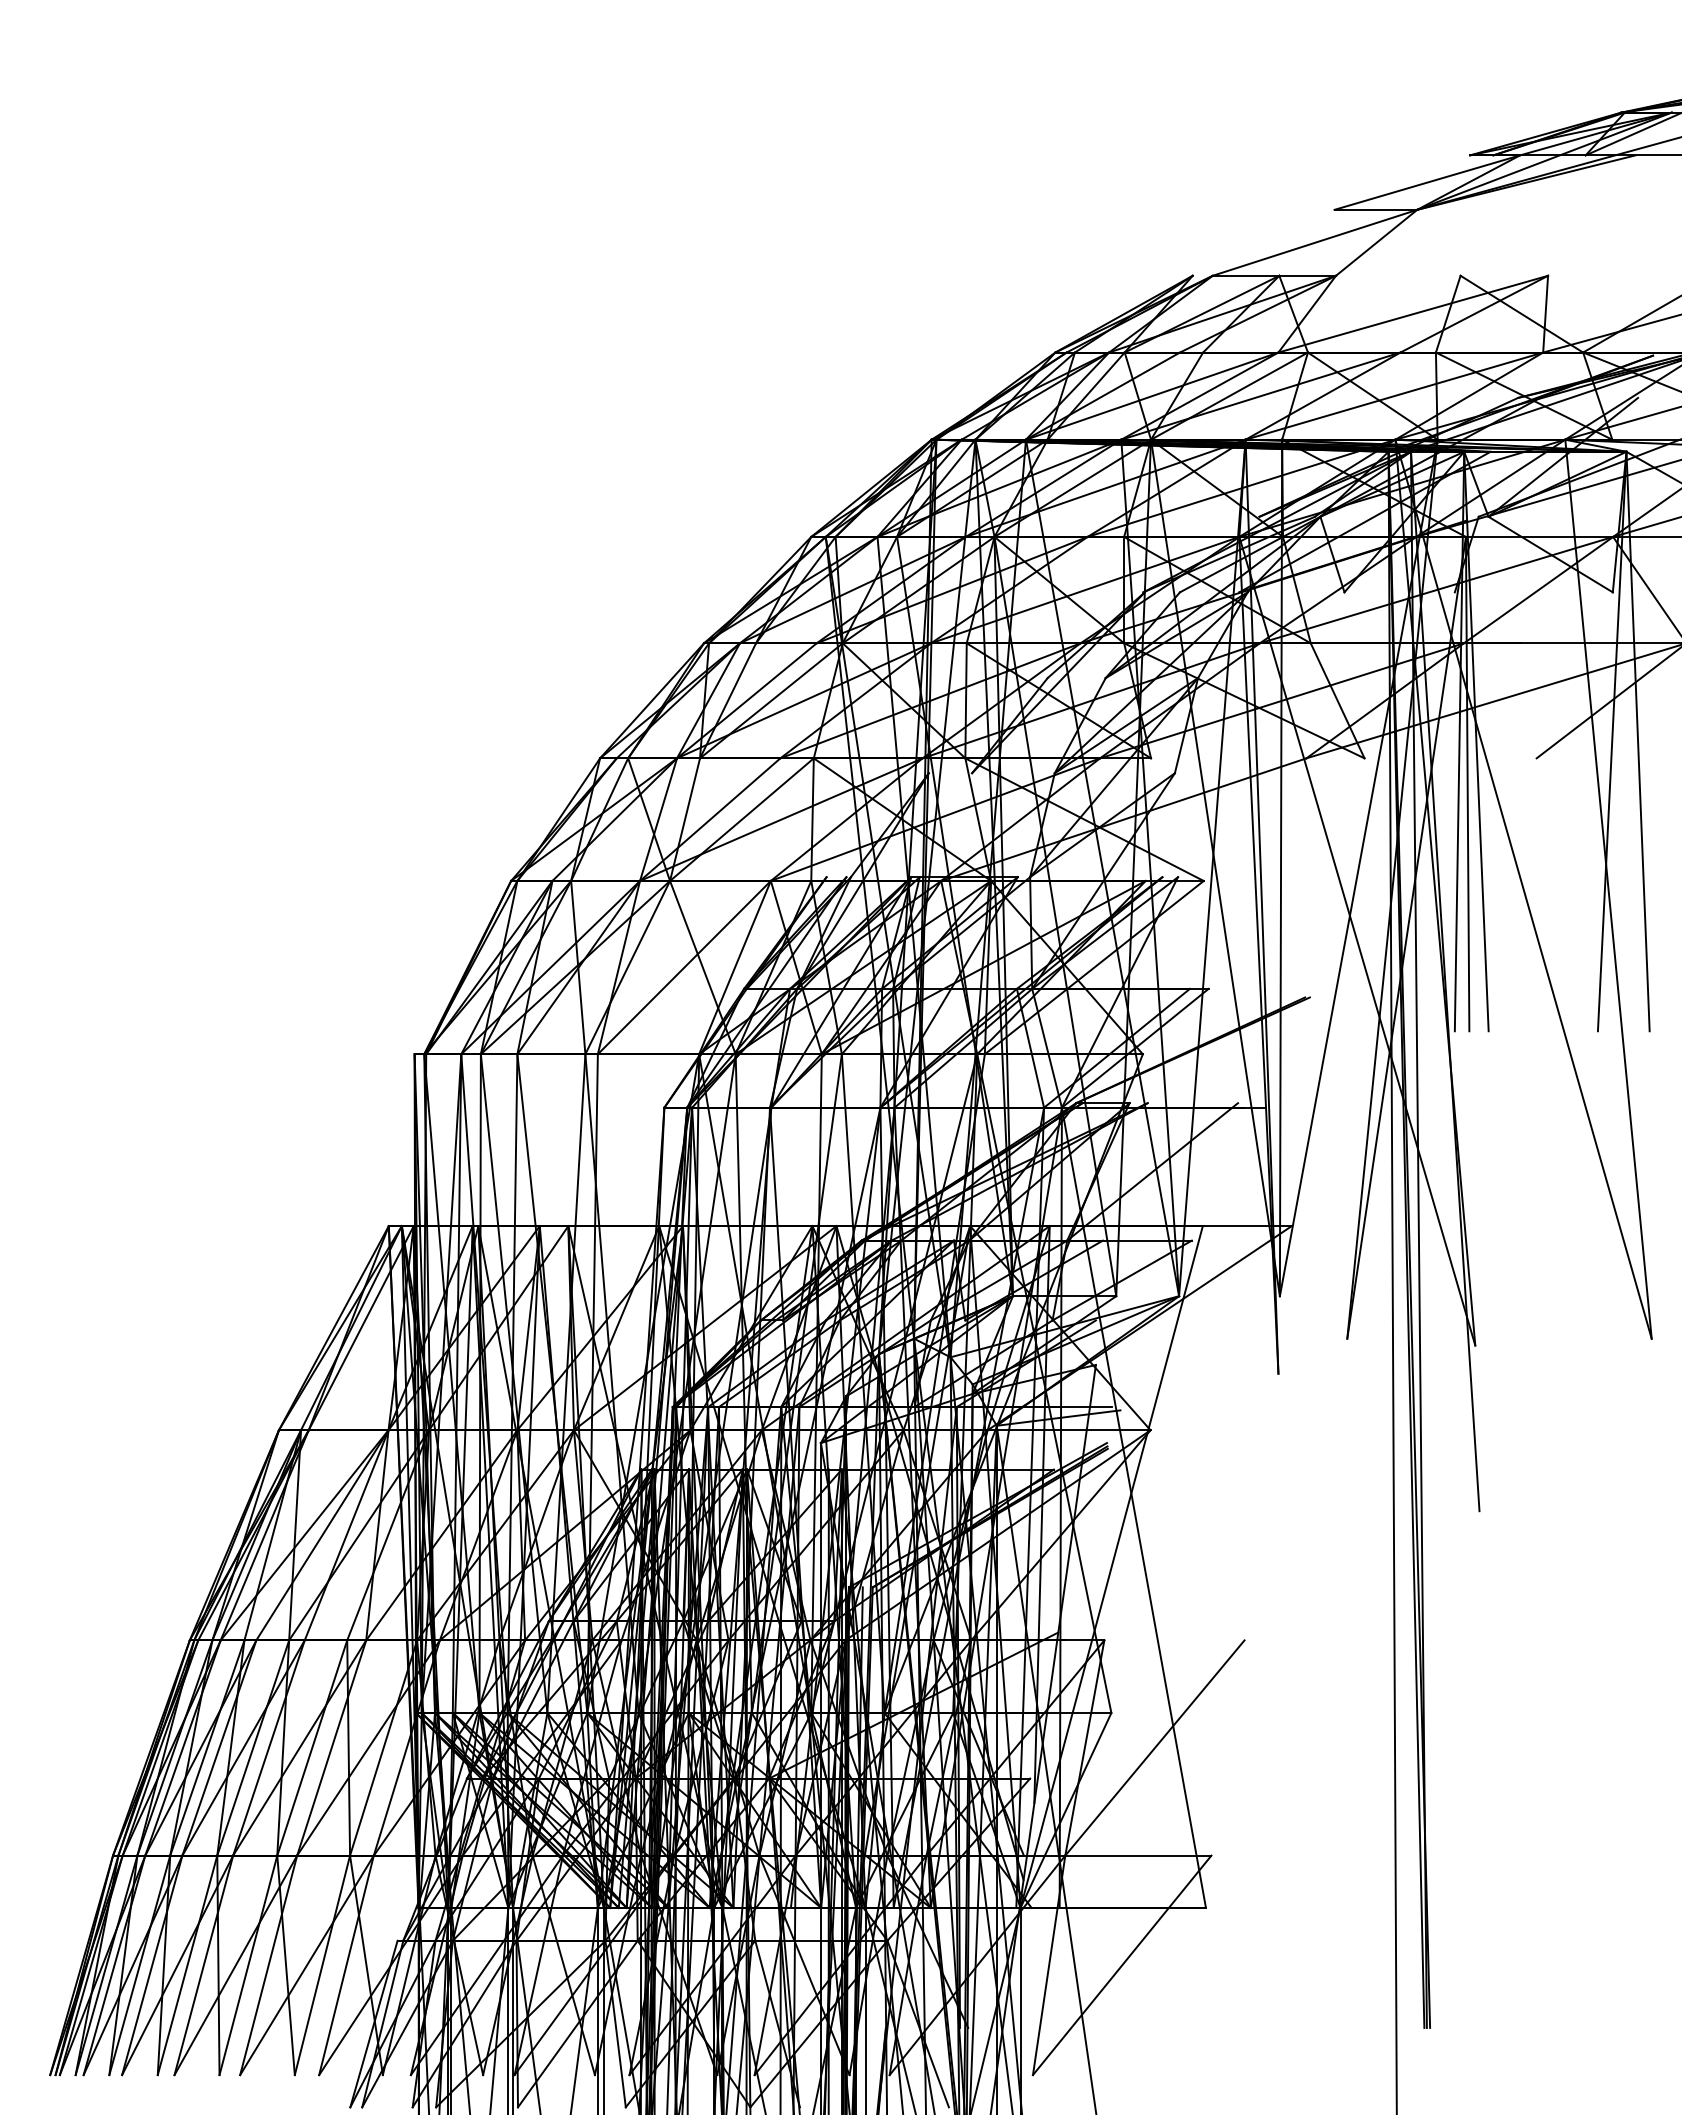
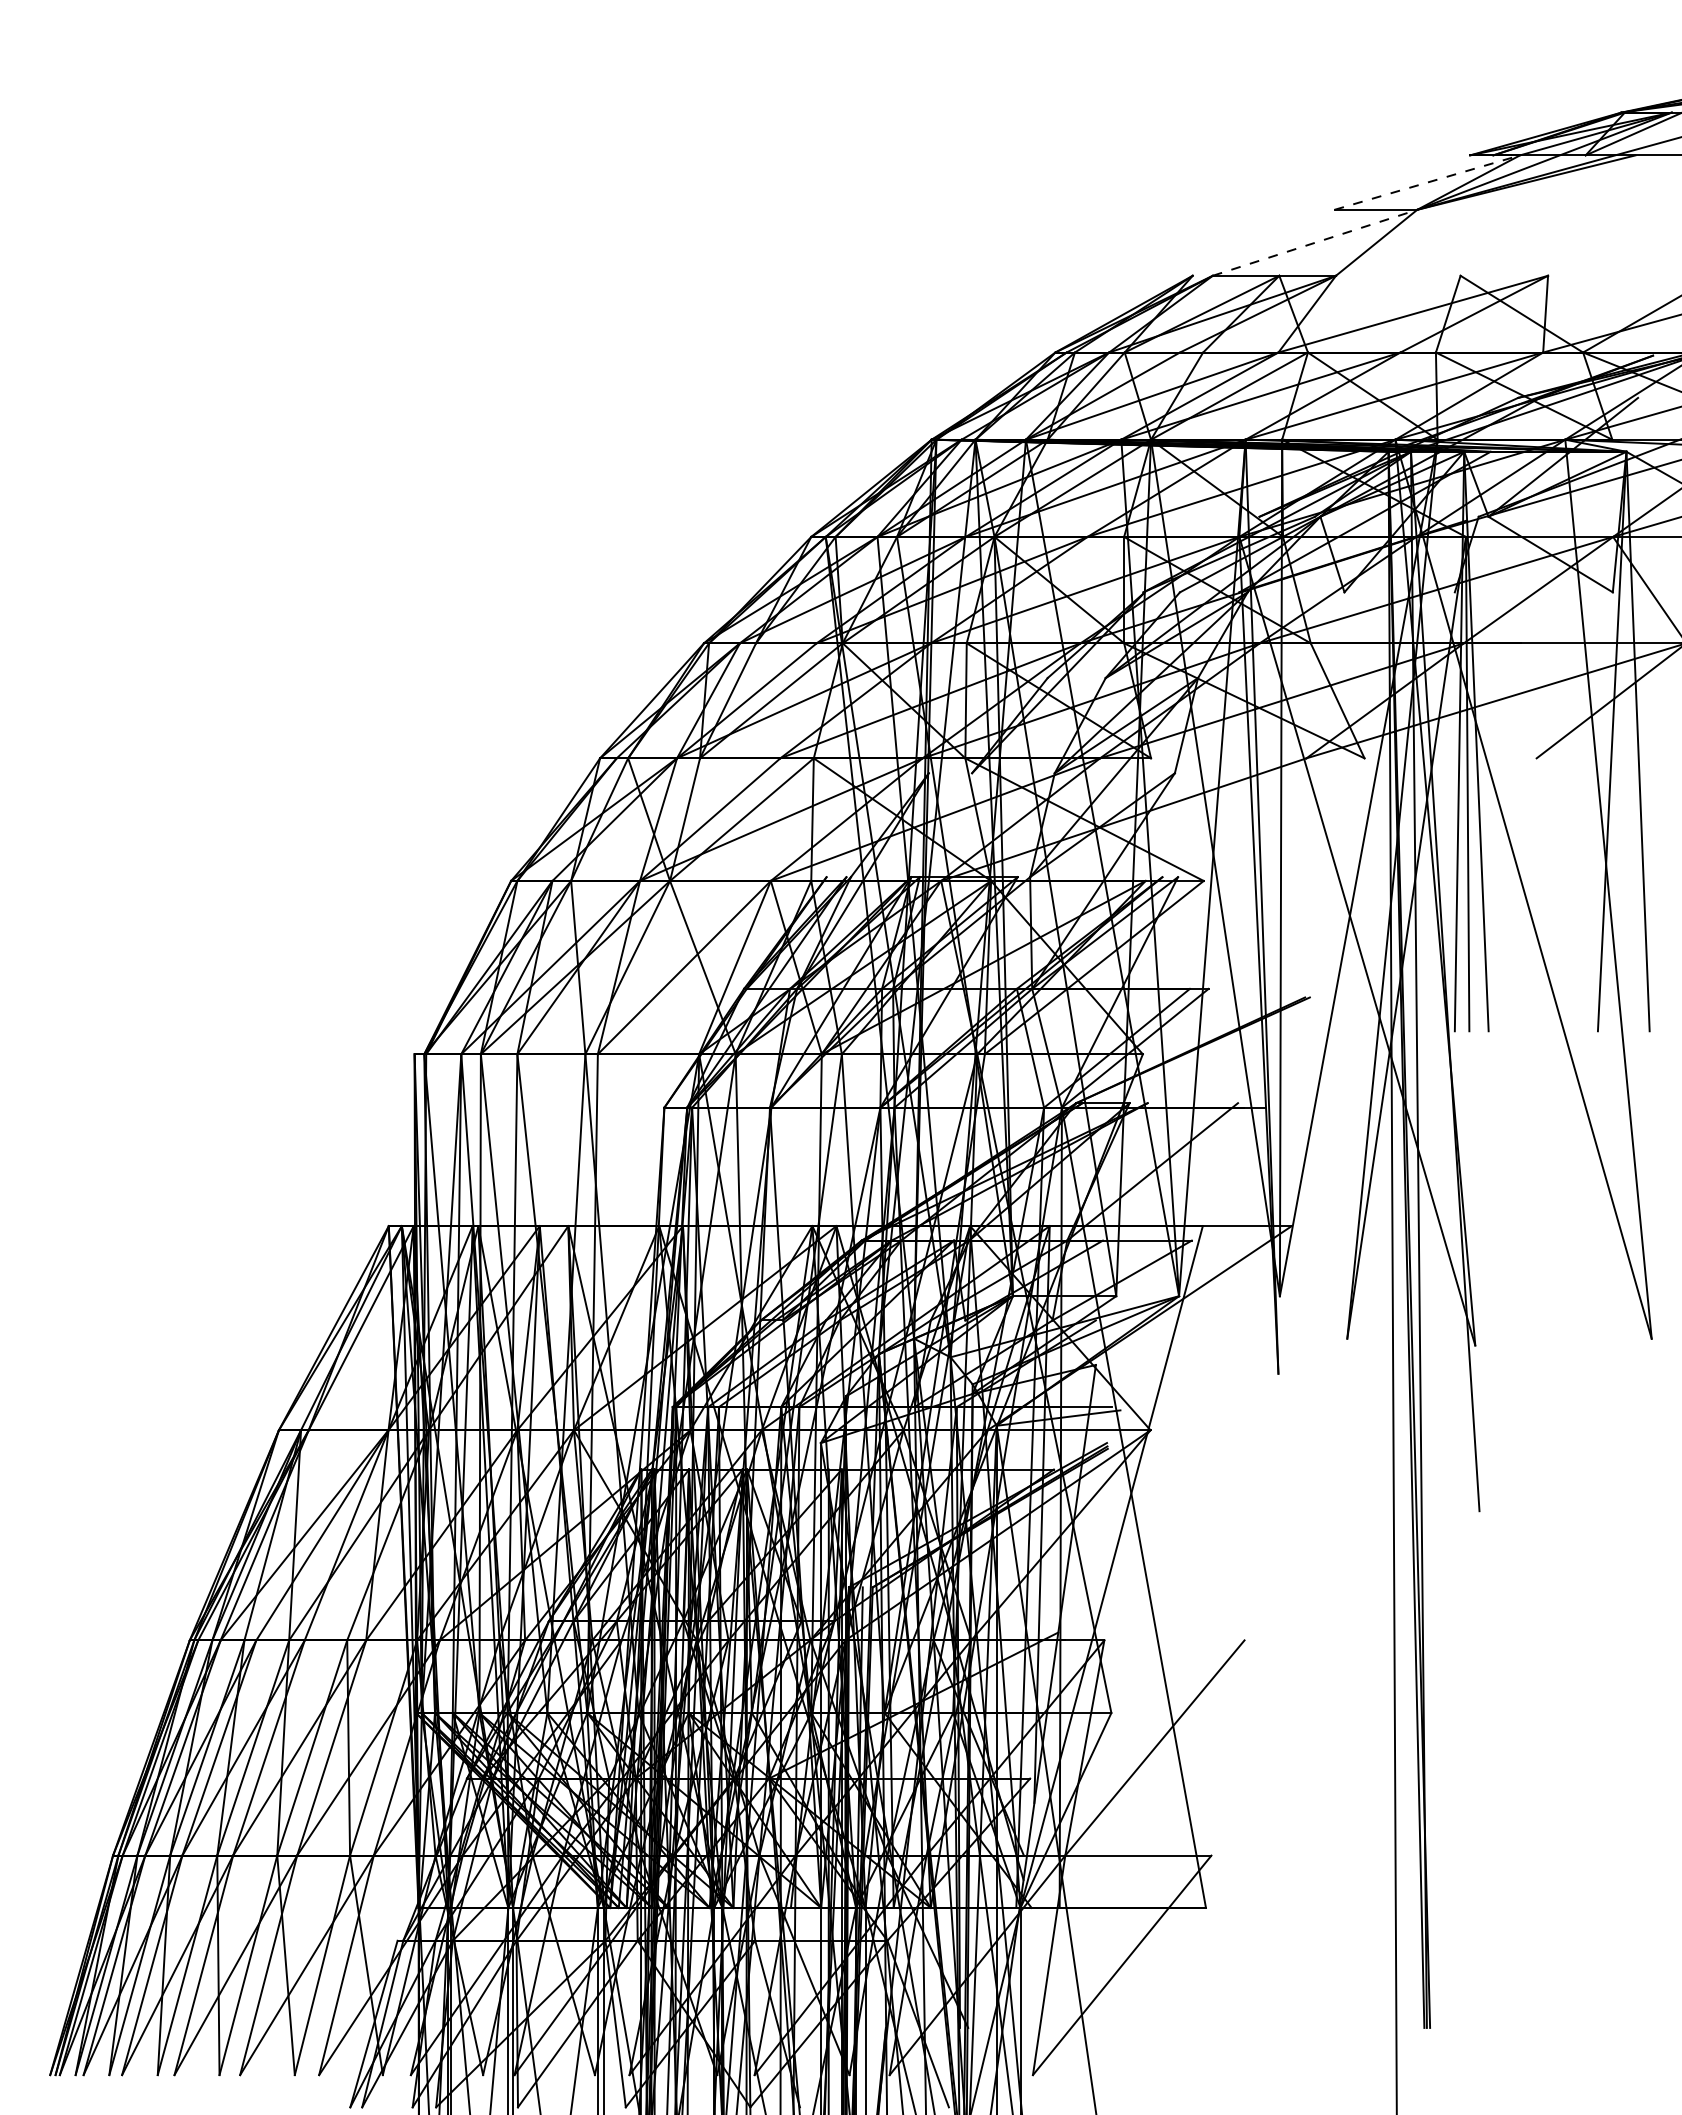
line at (1427, 182): solid -> dashed
line at (1315, 242): solid -> dashed
